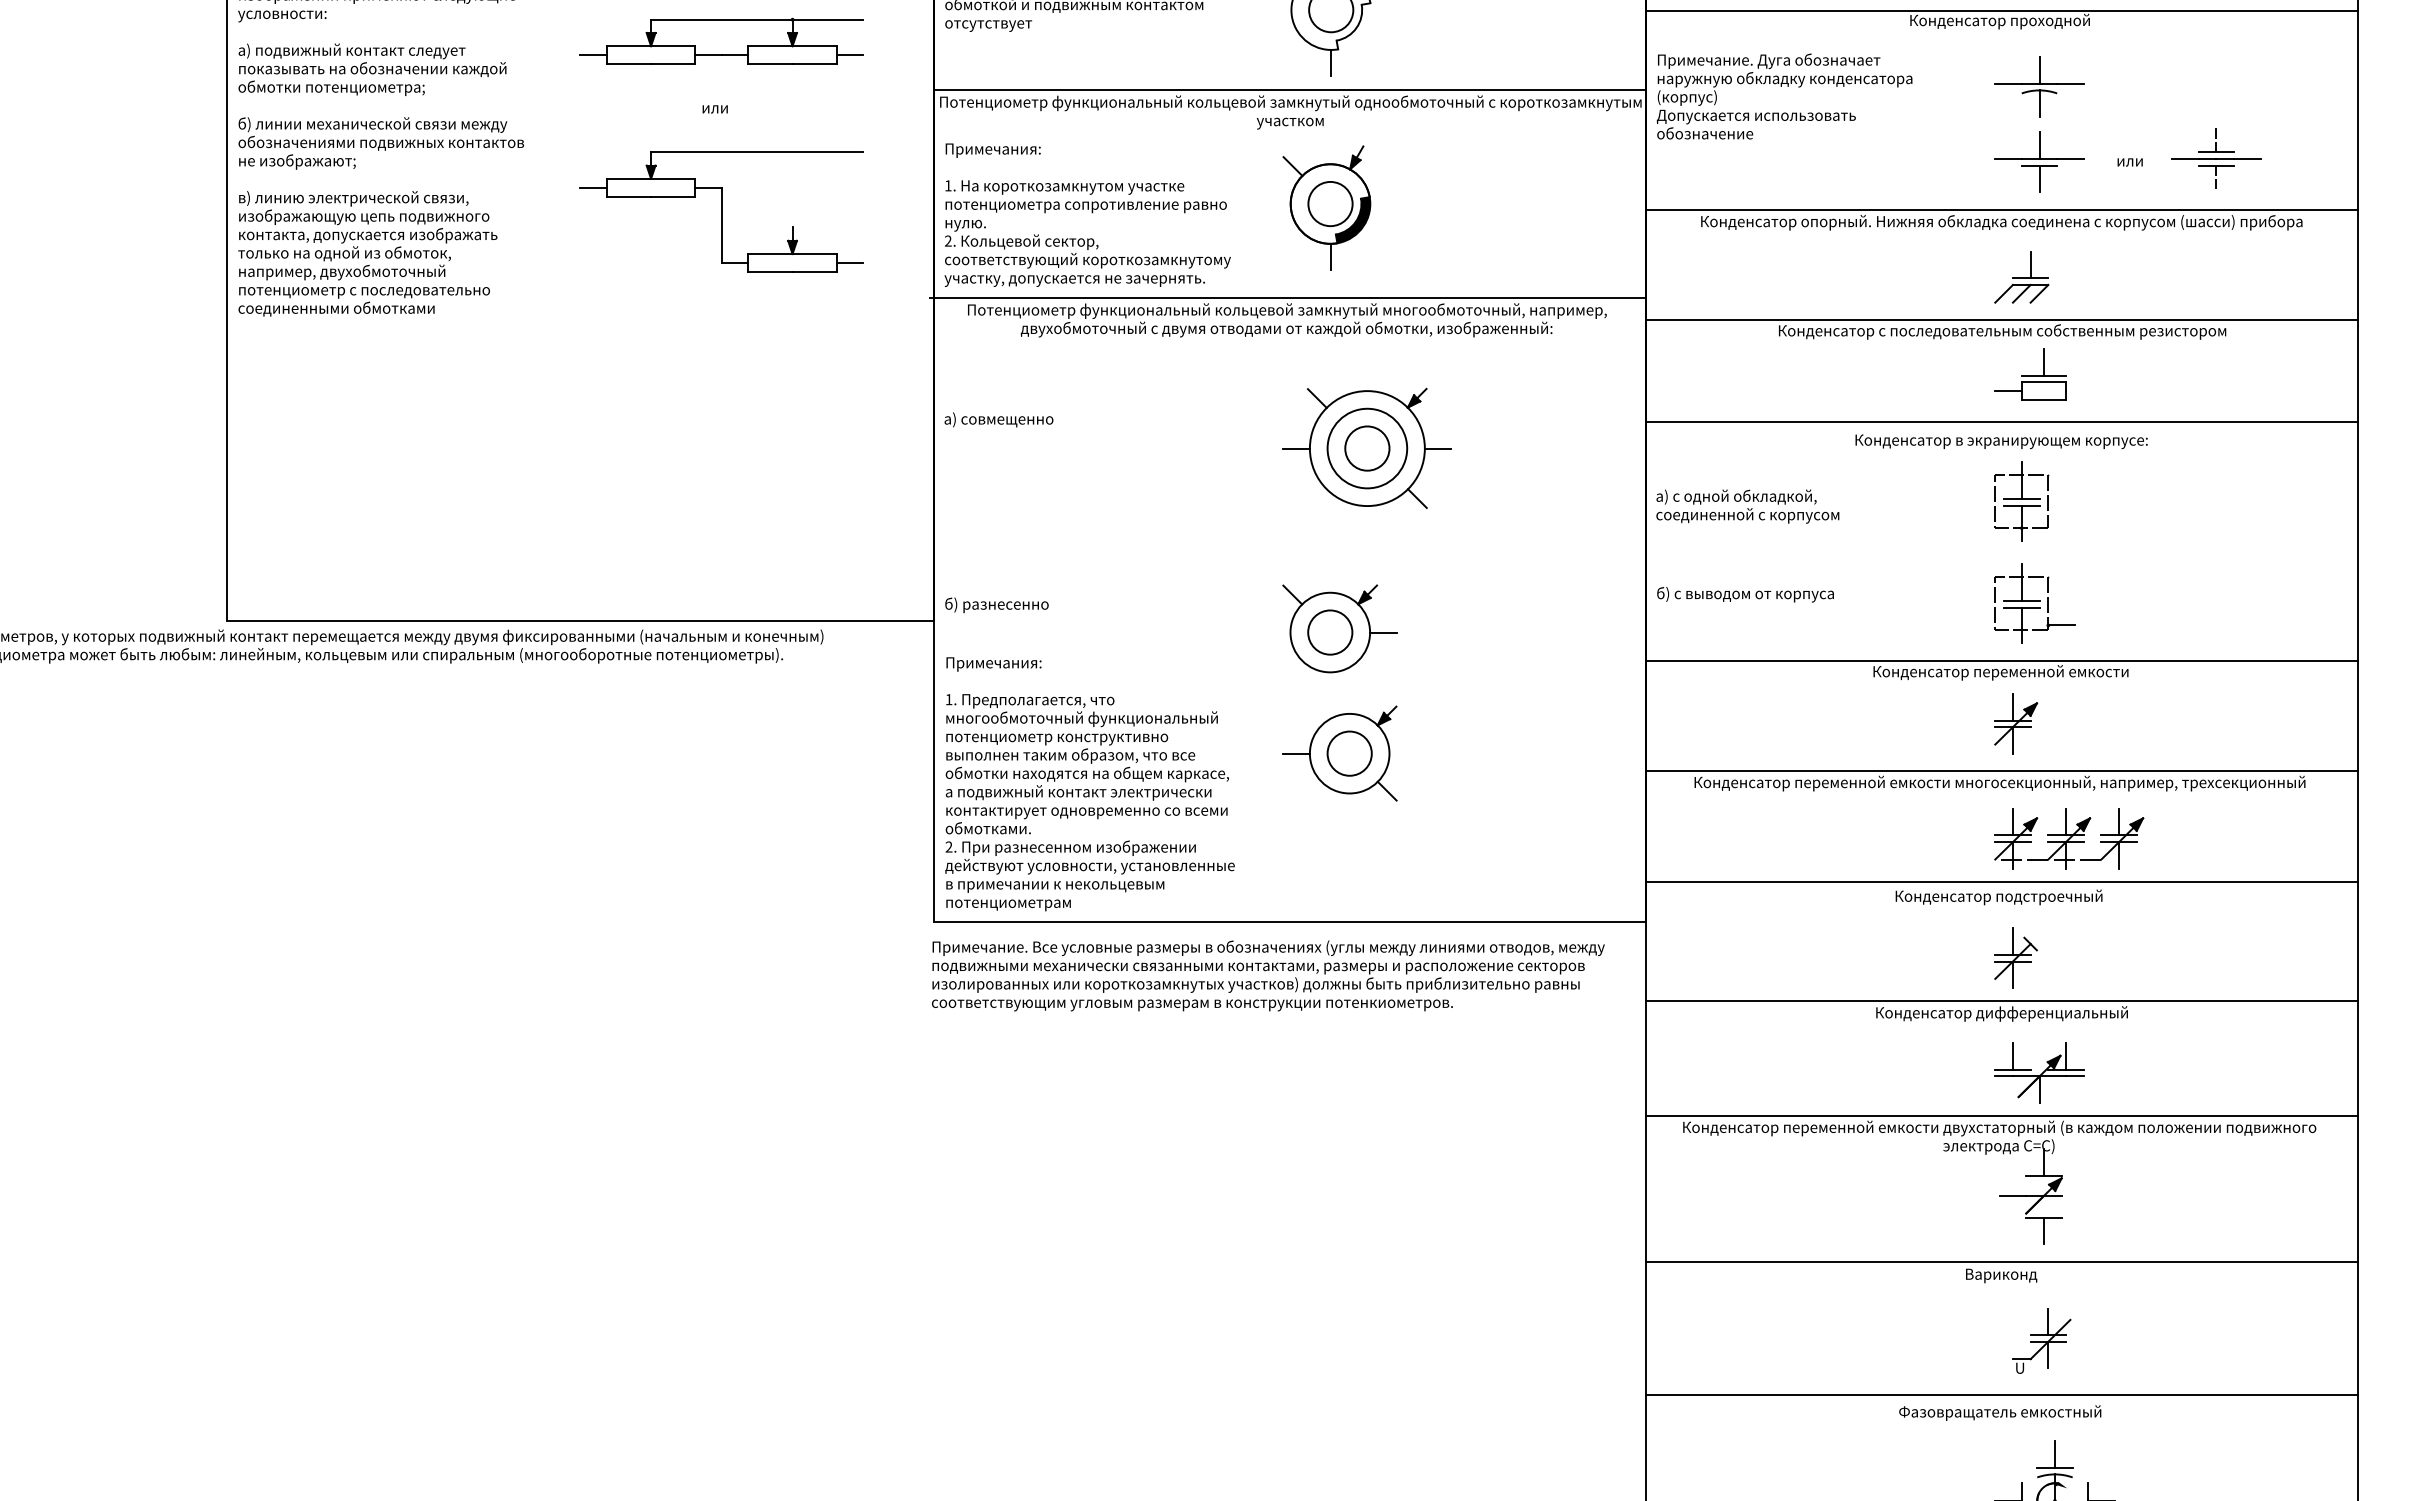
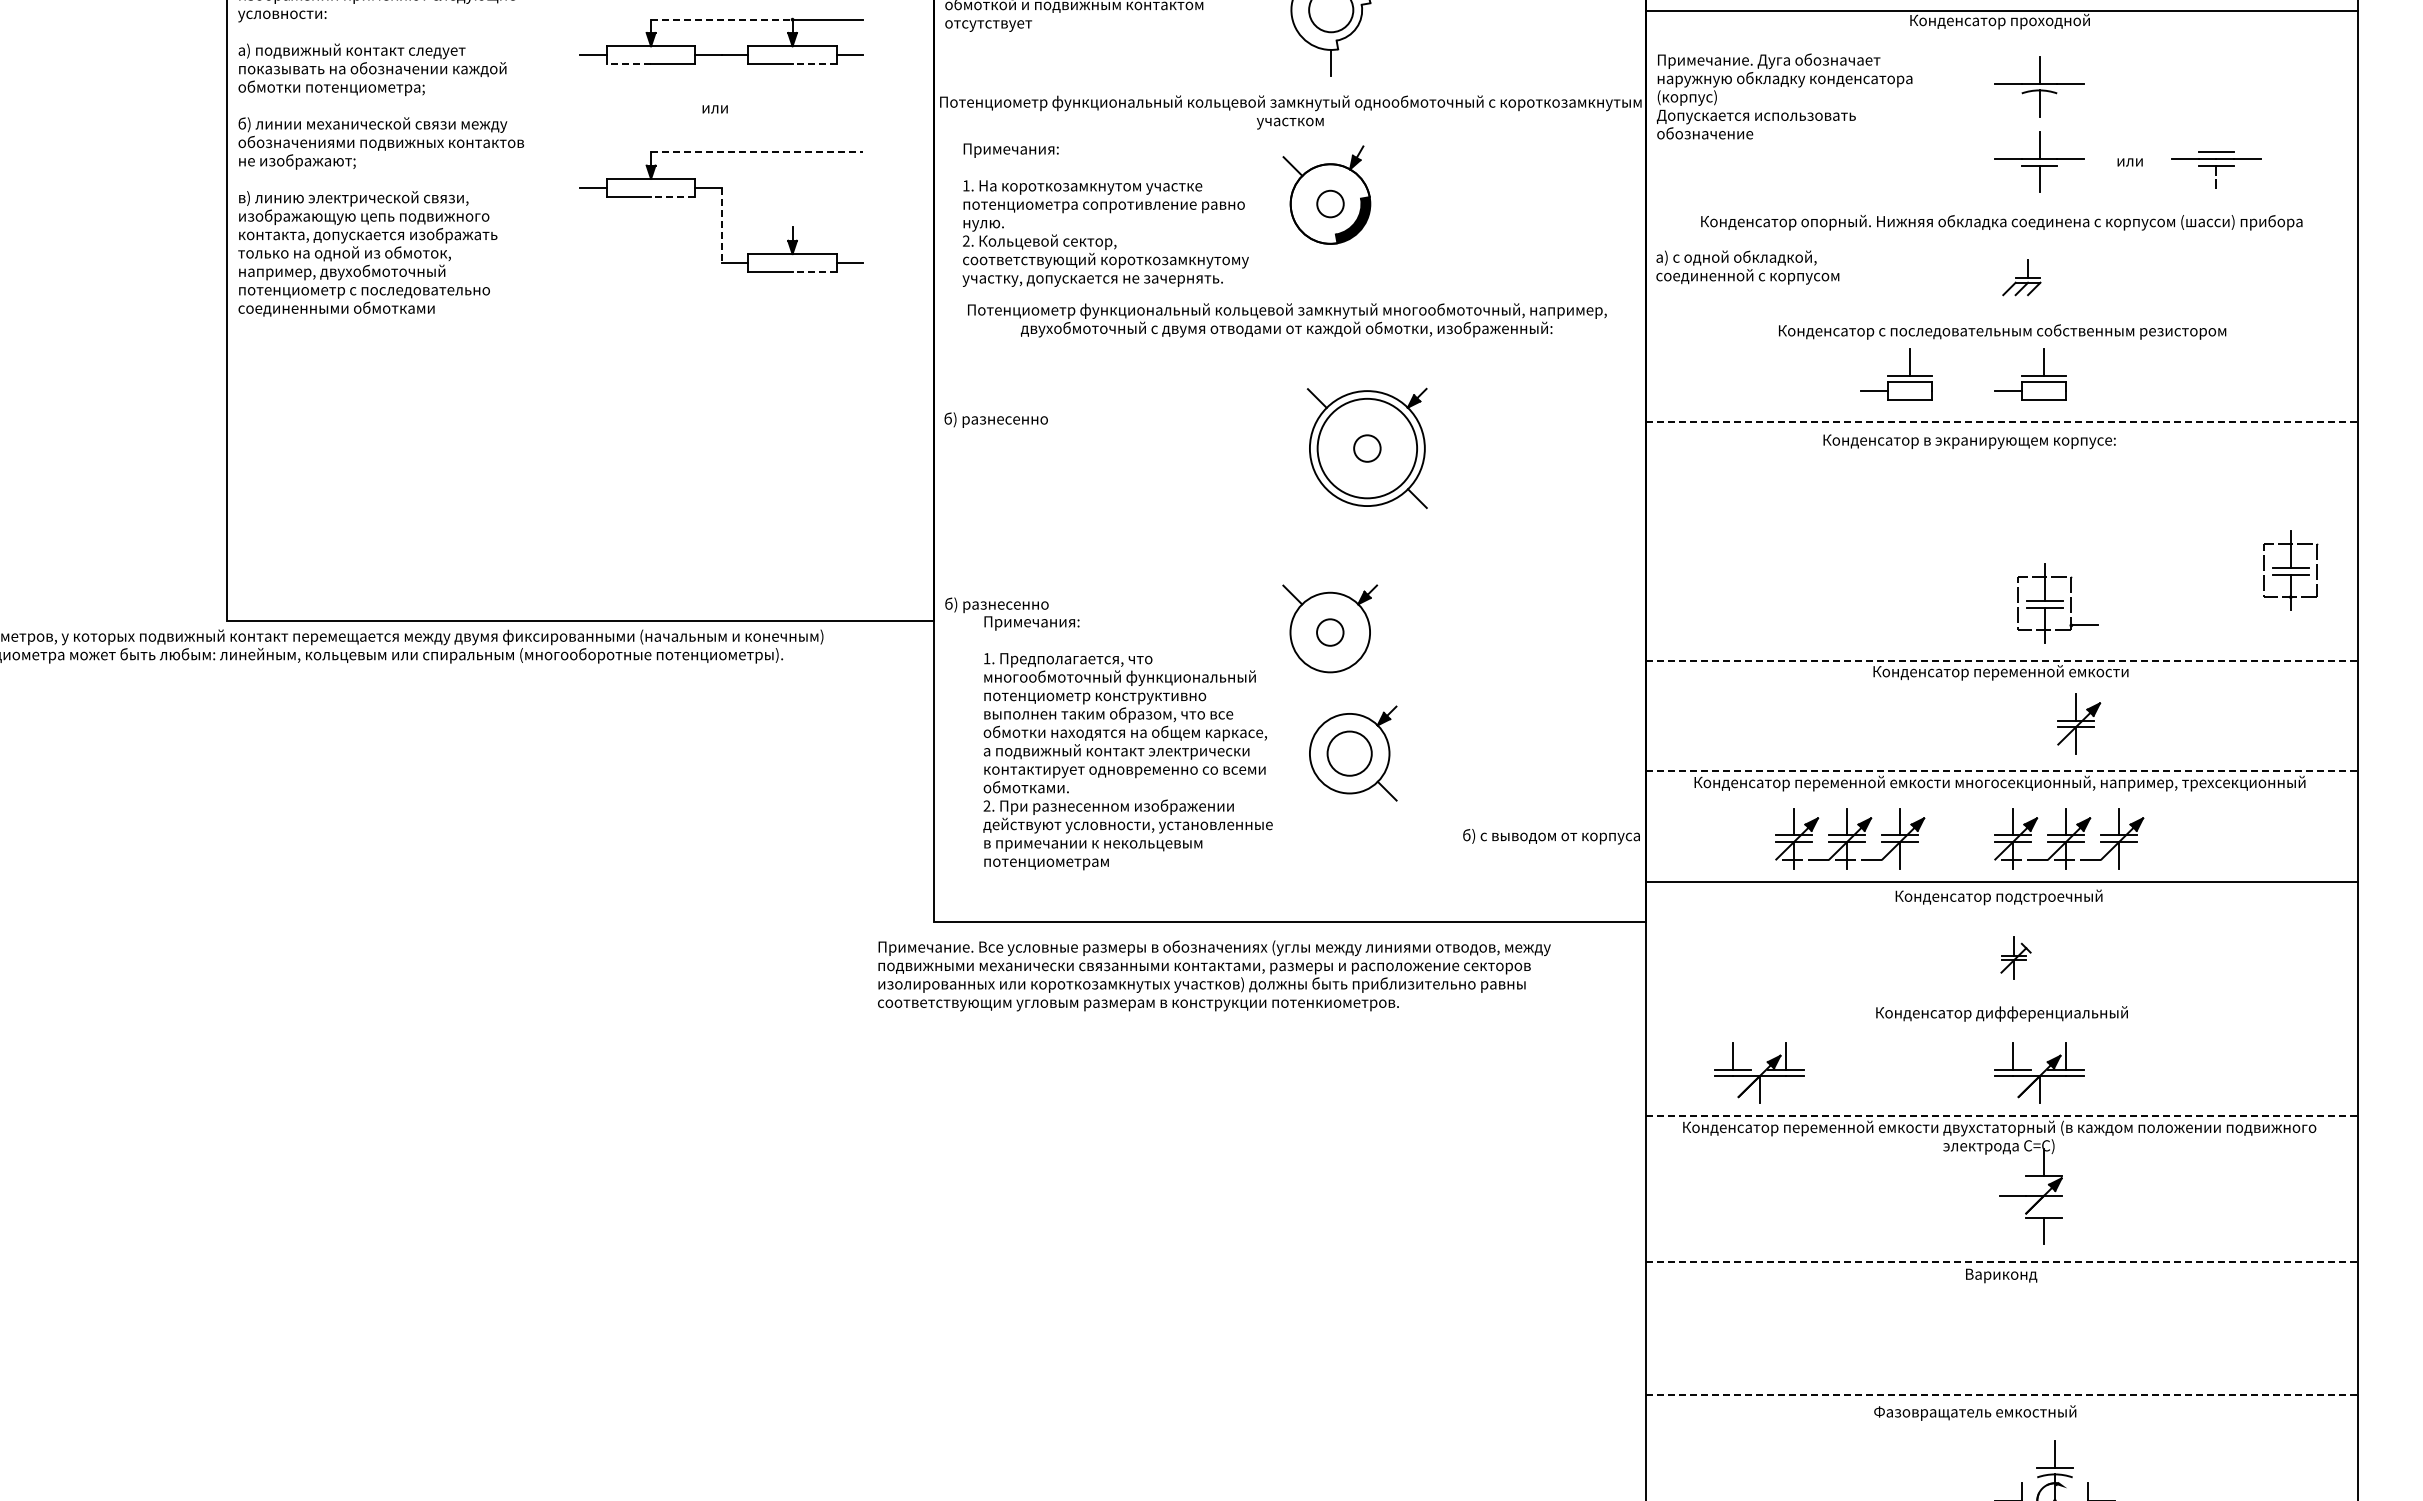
line at (721, 19): solid -> dashed
line at (628, 63): solid -> dashed
line at (814, 63): solid -> dashed
line at (1289, 90): present -> none
line at (2216, 138): present -> none
line at (757, 152): solid -> dashed
line at (672, 196): solid -> dashed
circle at (1330, 203) diameter: 44 px -> 27 px
line at (2001, 209): present -> none
text at (1087, 214) position: (1087, 214) -> (1105, 214)
line at (721, 225): solid -> dashed
line at (1330, 256): present -> none
line at (814, 271): solid -> dashed
part at (2021, 277) size: 56x53 px -> 40x38 px
line at (1287, 298): present -> none
line at (2001, 320): present -> none
part at (1896, 374): none -> present
text at (998, 419): а) совмещенно -> б) разнесенно
line at (2001, 422): solid -> dashed
text at (2001, 441) position: (2001, 441) -> (1969, 441)
line at (1296, 448): present -> none
circle at (1367, 448) diameter: 44 px -> 27 px
circle at (1367, 448) diameter: 80 px -> 99 px
line at (1437, 448): present -> none
part at (2021, 501) position: (2021, 501) -> (2290, 570)
text at (1747, 506) position: (1747, 506) -> (1747, 267)
text at (1745, 594) position: (1745, 594) -> (1551, 836)
part at (2034, 603) position: (2034, 603) -> (2057, 603)
circle at (1330, 632) diameter: 44 px -> 27 px
line at (1383, 632): present -> none
line at (2001, 660): solid -> dashed
part at (2016, 723) position: (2016, 723) -> (2079, 723)
line at (1296, 753): present -> none
line at (2001, 771): solid -> dashed
text at (1089, 784) position: (1089, 784) -> (1127, 743)
part at (1850, 838): none -> present
part at (2015, 957) size: 44x62 px -> 32x44 px
text at (1268, 975) position: (1268, 975) -> (1214, 975)
line at (2001, 1001): present -> none
part at (1759, 1072): none -> present
line at (2001, 1116): solid -> dashed
line at (2001, 1262): solid -> dashed
part at (2041, 1340): present -> none
line at (2001, 1394): solid -> dashed
text at (2000, 1412) position: (2000, 1412) -> (1975, 1412)
